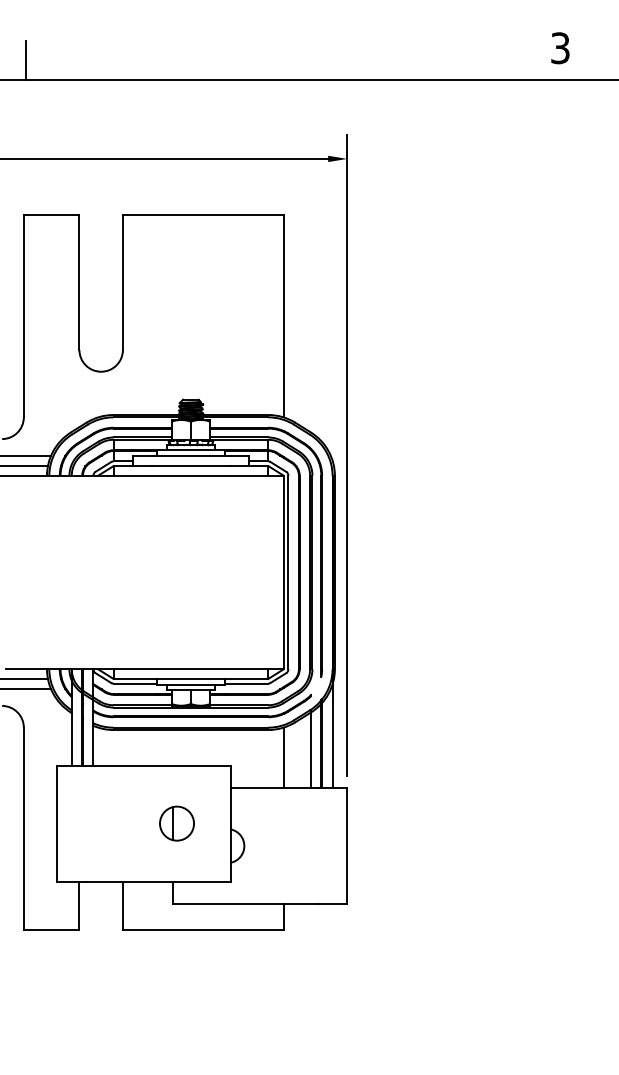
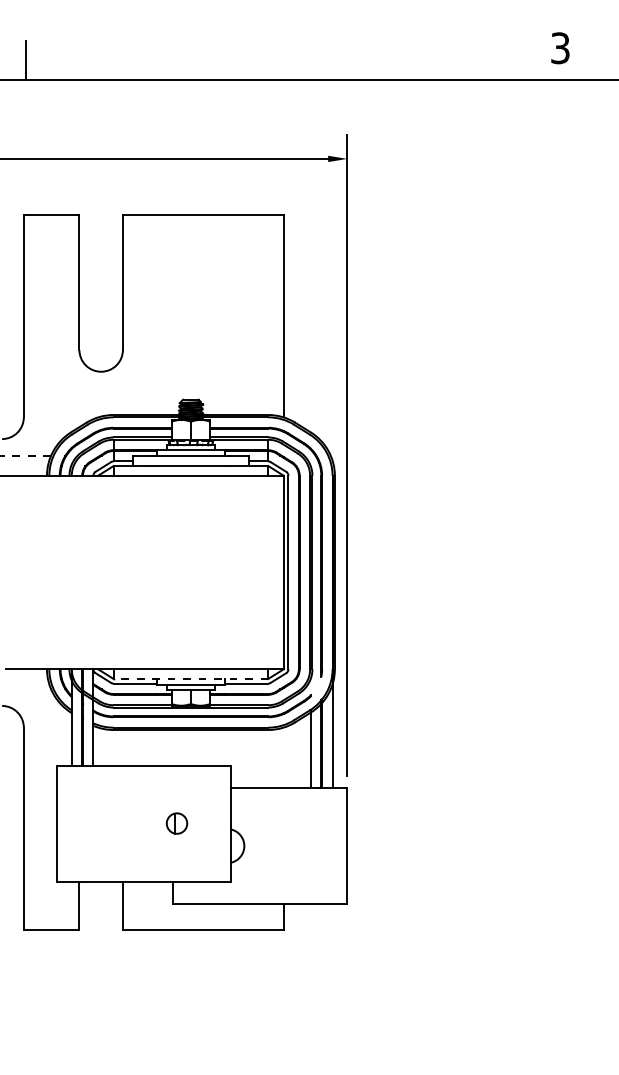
line at (25, 455): solid -> dashed
line at (24, 466): present -> none
line at (24, 678): present -> none
line at (190, 678): solid -> dashed
line at (26, 689): present -> none
line at (283, 757): present -> none
part at (176, 823) size: 36x37 px -> 24x23 px
